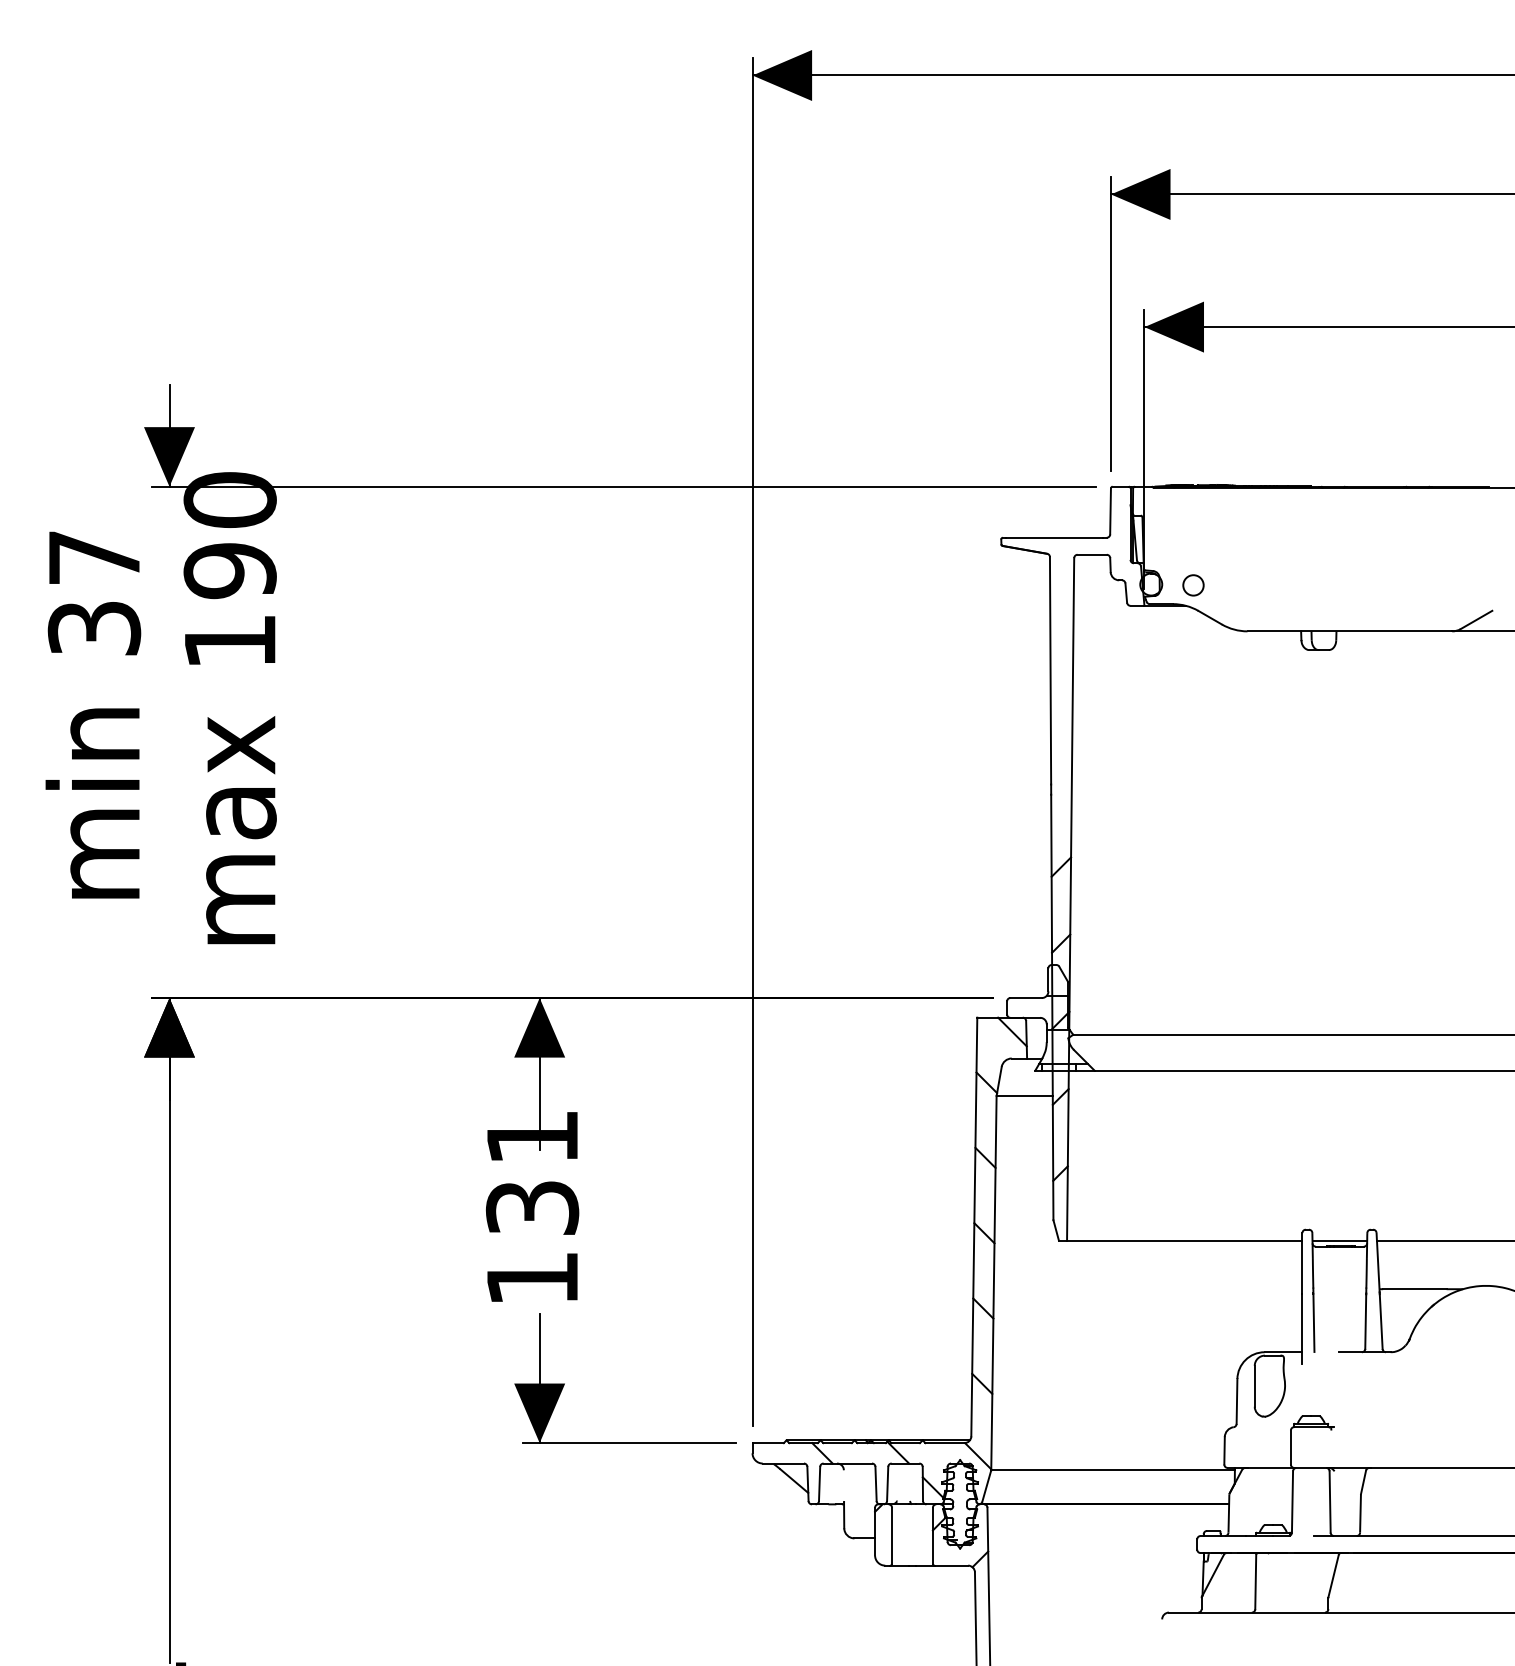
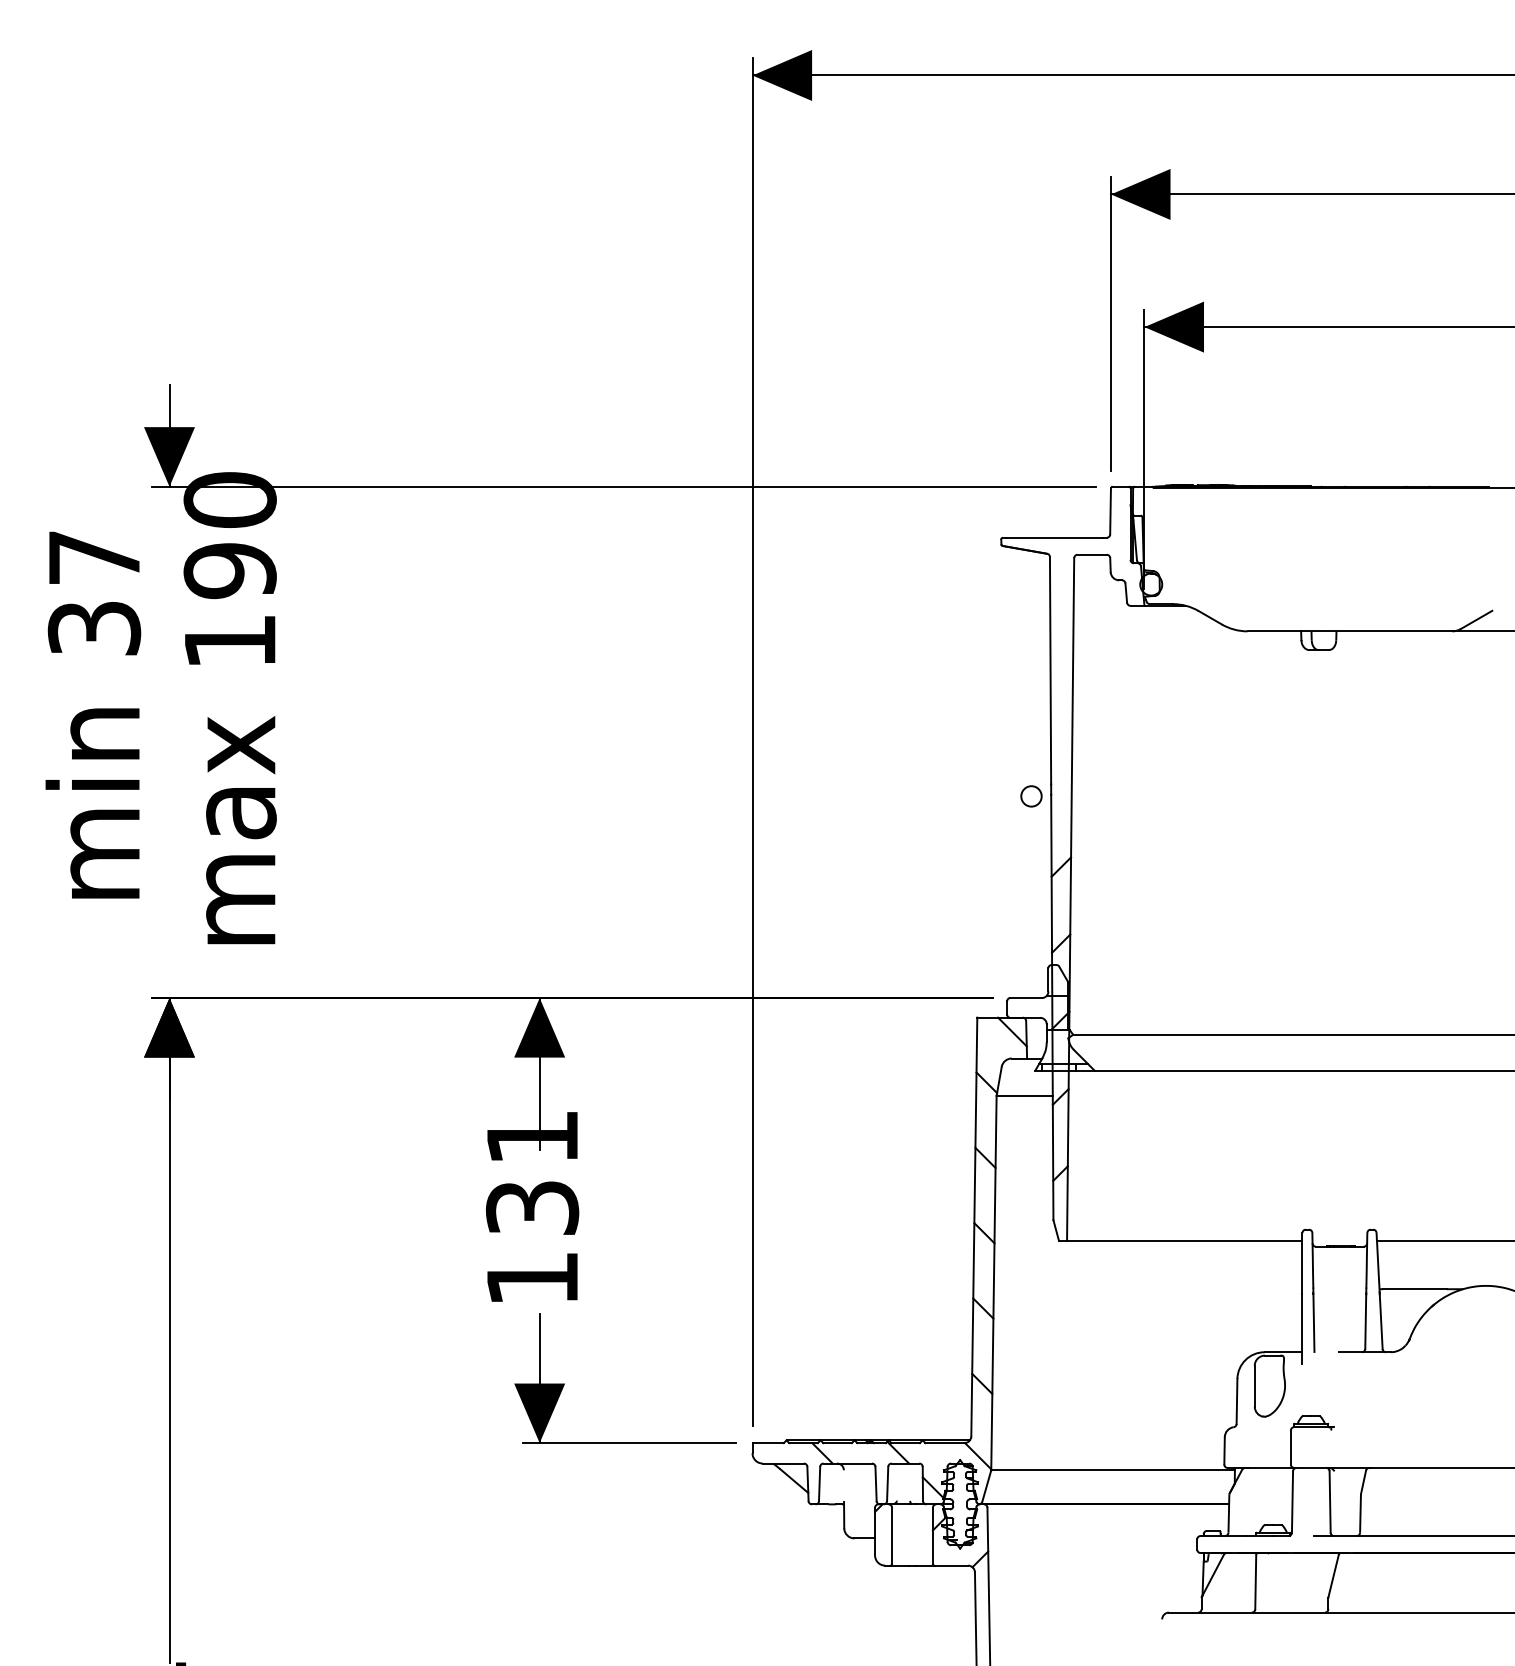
circle at (1193, 585) position: (1193, 585) -> (1031, 796)
line at (1339, 1240): present -> none
